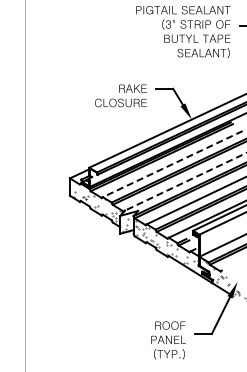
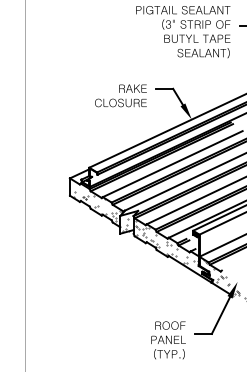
line at (172, 164): dashed -> solid
line at (185, 182): dashed -> solid
